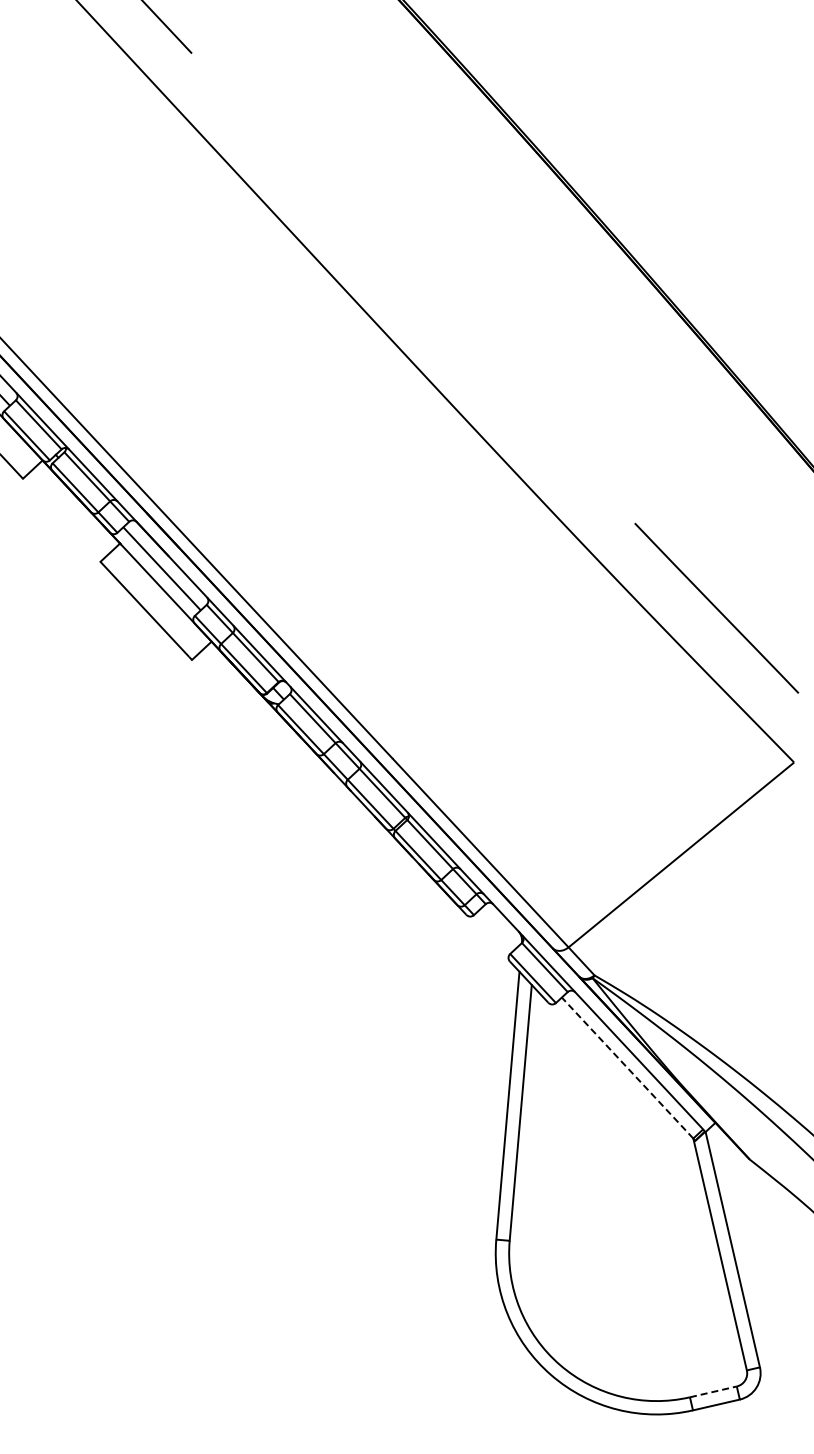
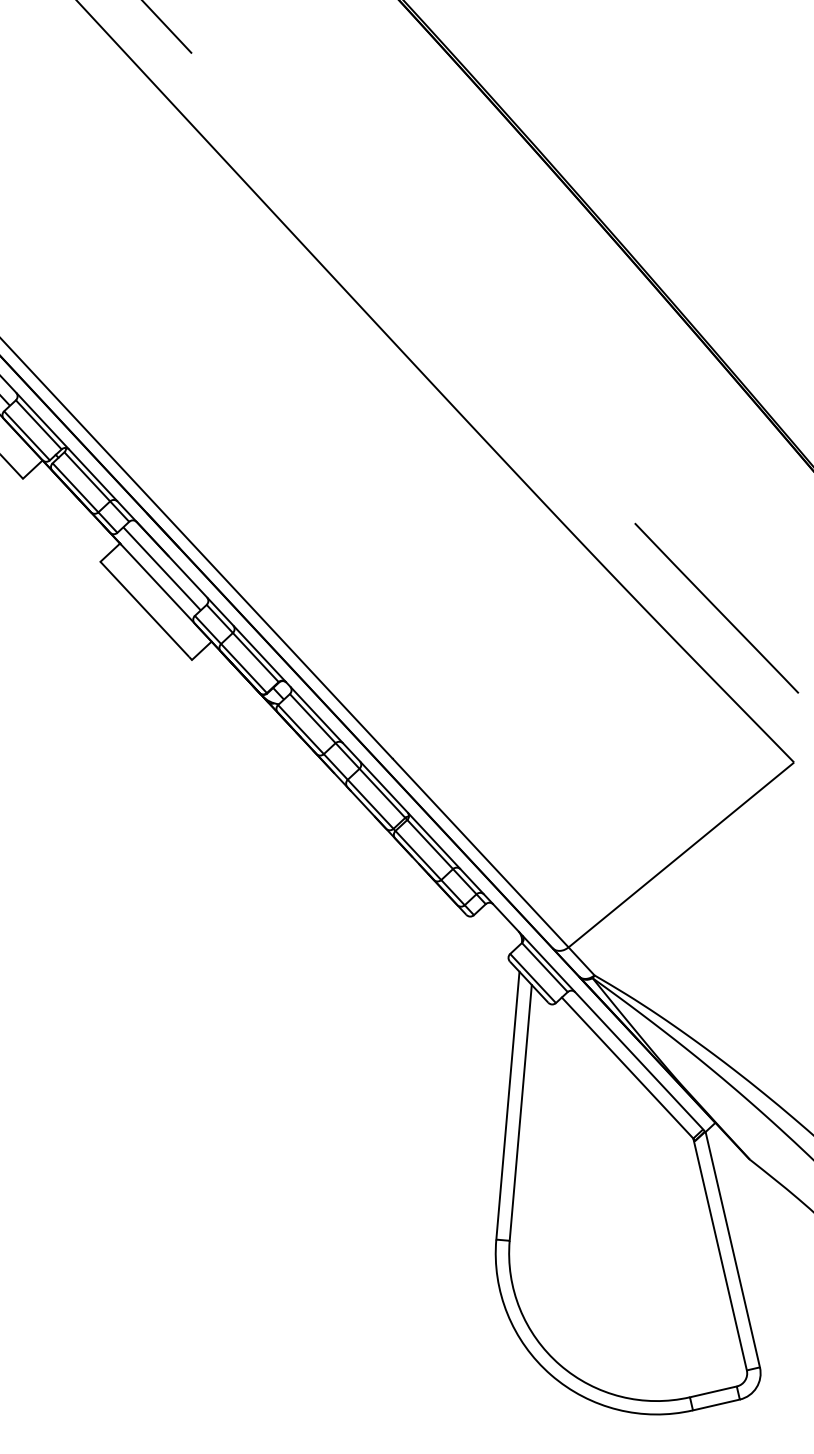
line at (627, 1067): dashed -> solid
line at (713, 1391): dashed -> solid
